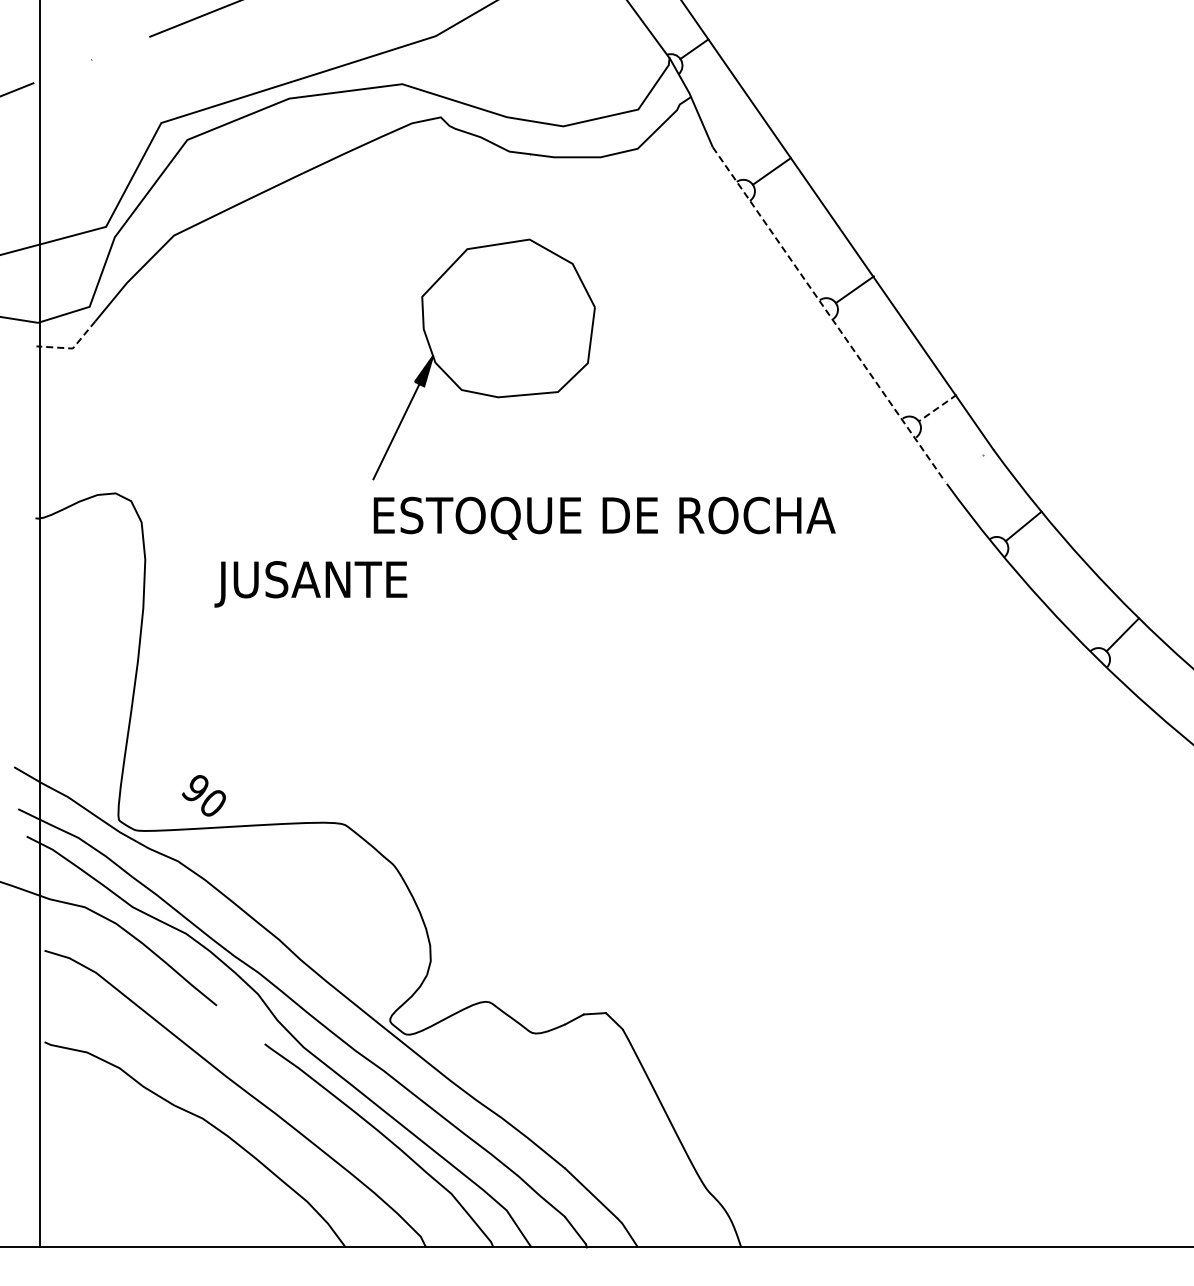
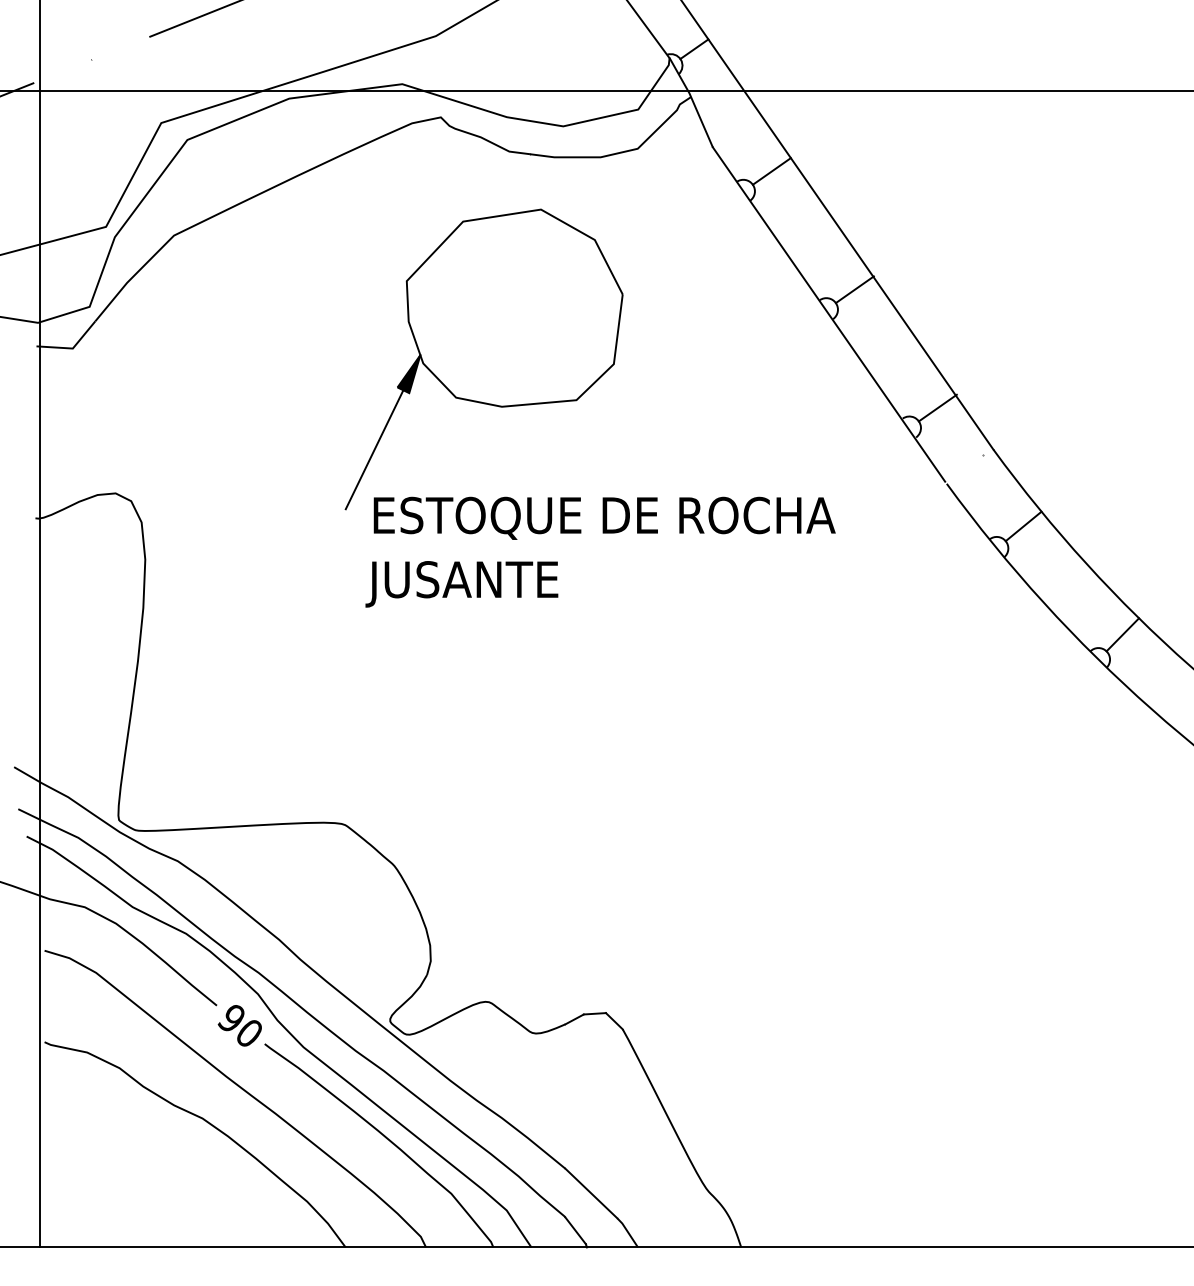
line at (596, 91): none -> present
line at (828, 314): dashed -> solid
line at (72, 348): dashed -> solid
part at (483, 359) size: 224x243 px -> 280x303 px
line at (937, 408): dashed -> solid
text at (310, 584) position: (310, 584) -> (461, 584)
text at (203, 795) position: (203, 795) -> (239, 1025)
